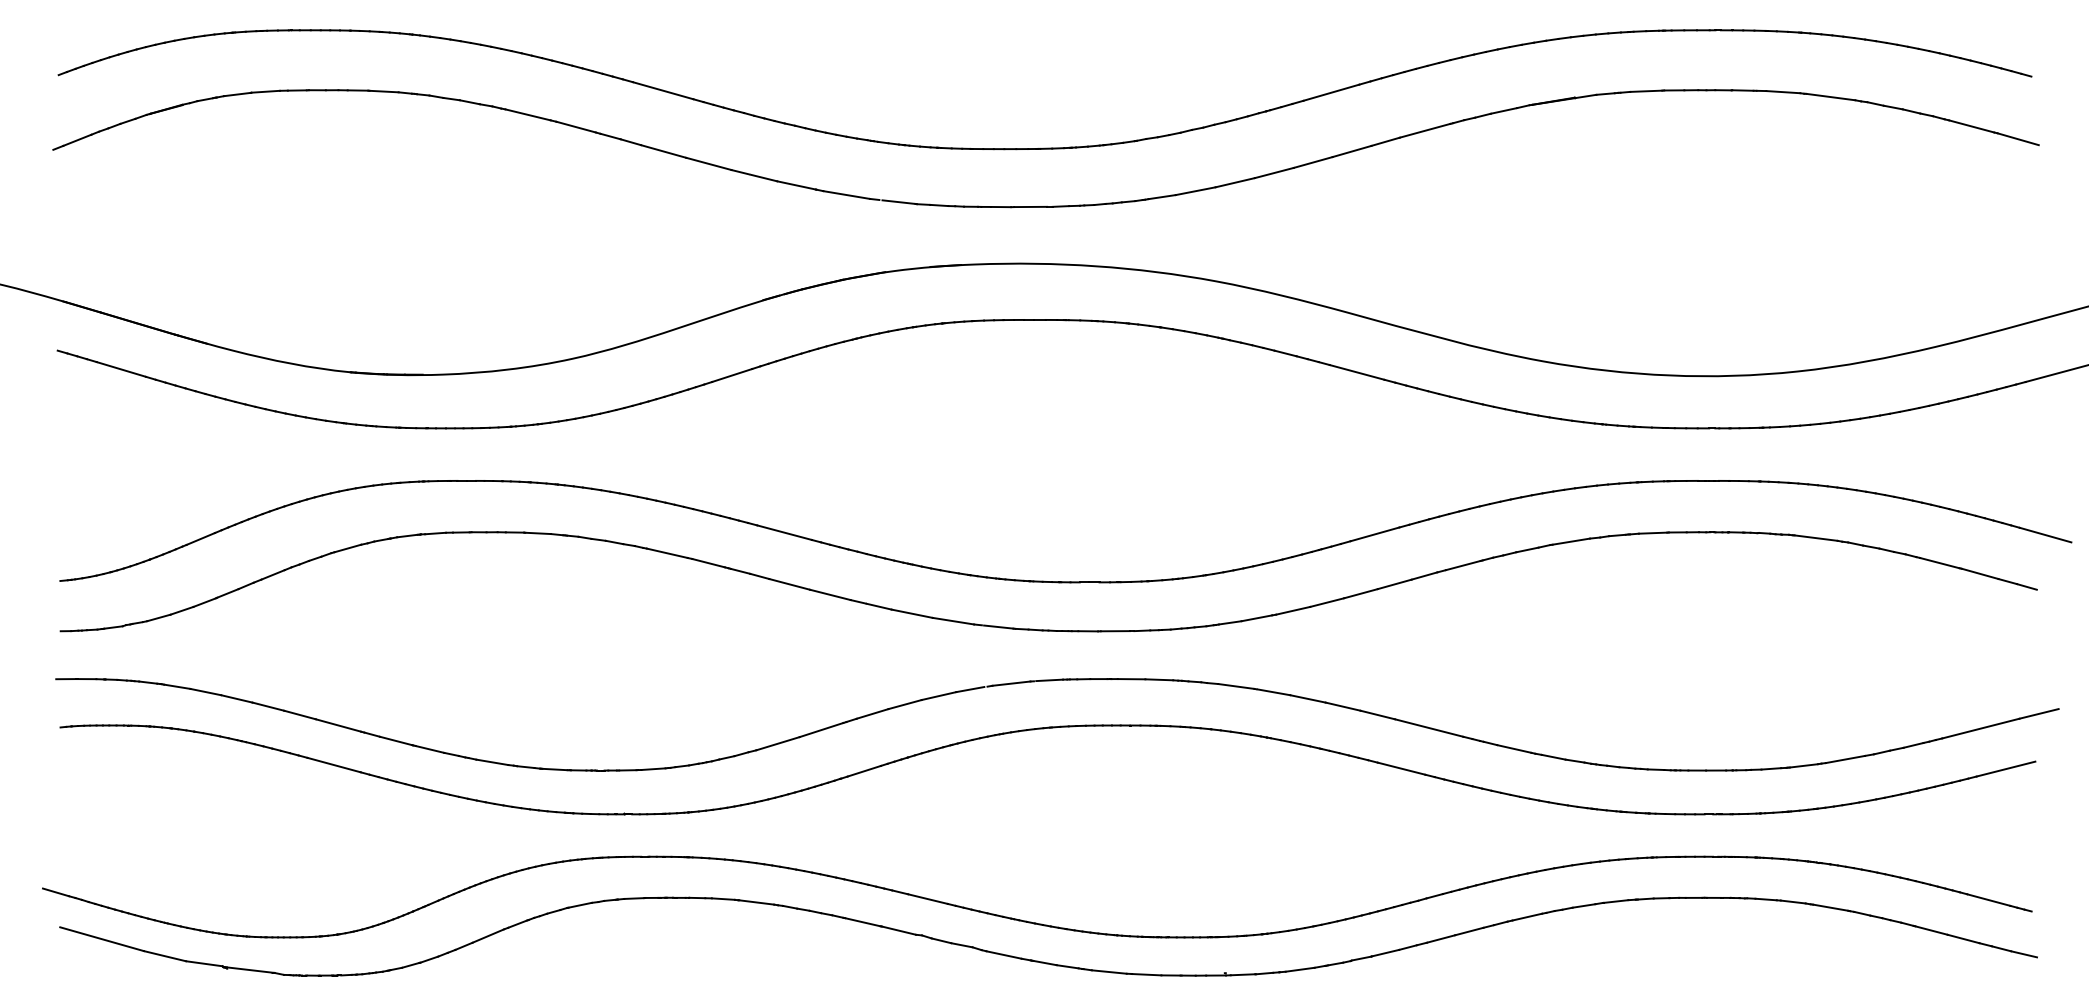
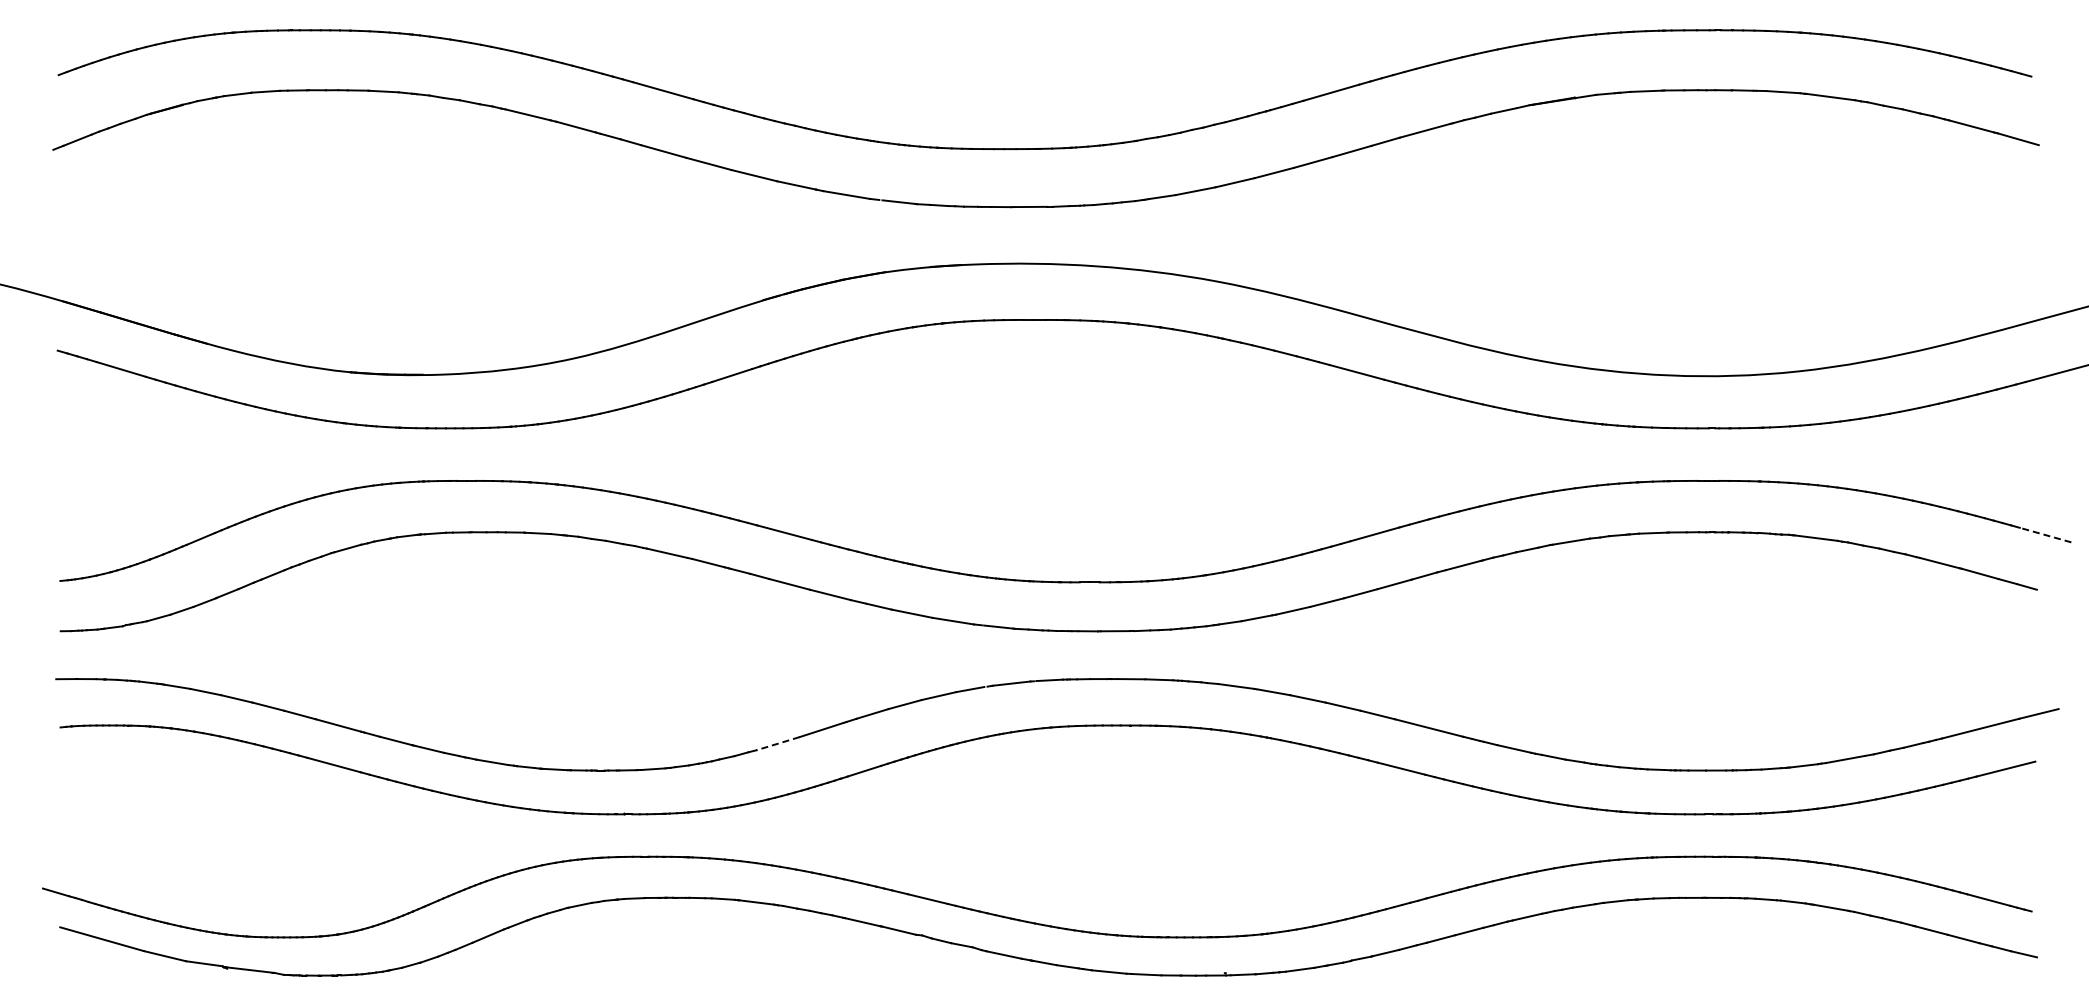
line at (2045, 535): solid -> dashed
line at (777, 743): solid -> dashed
